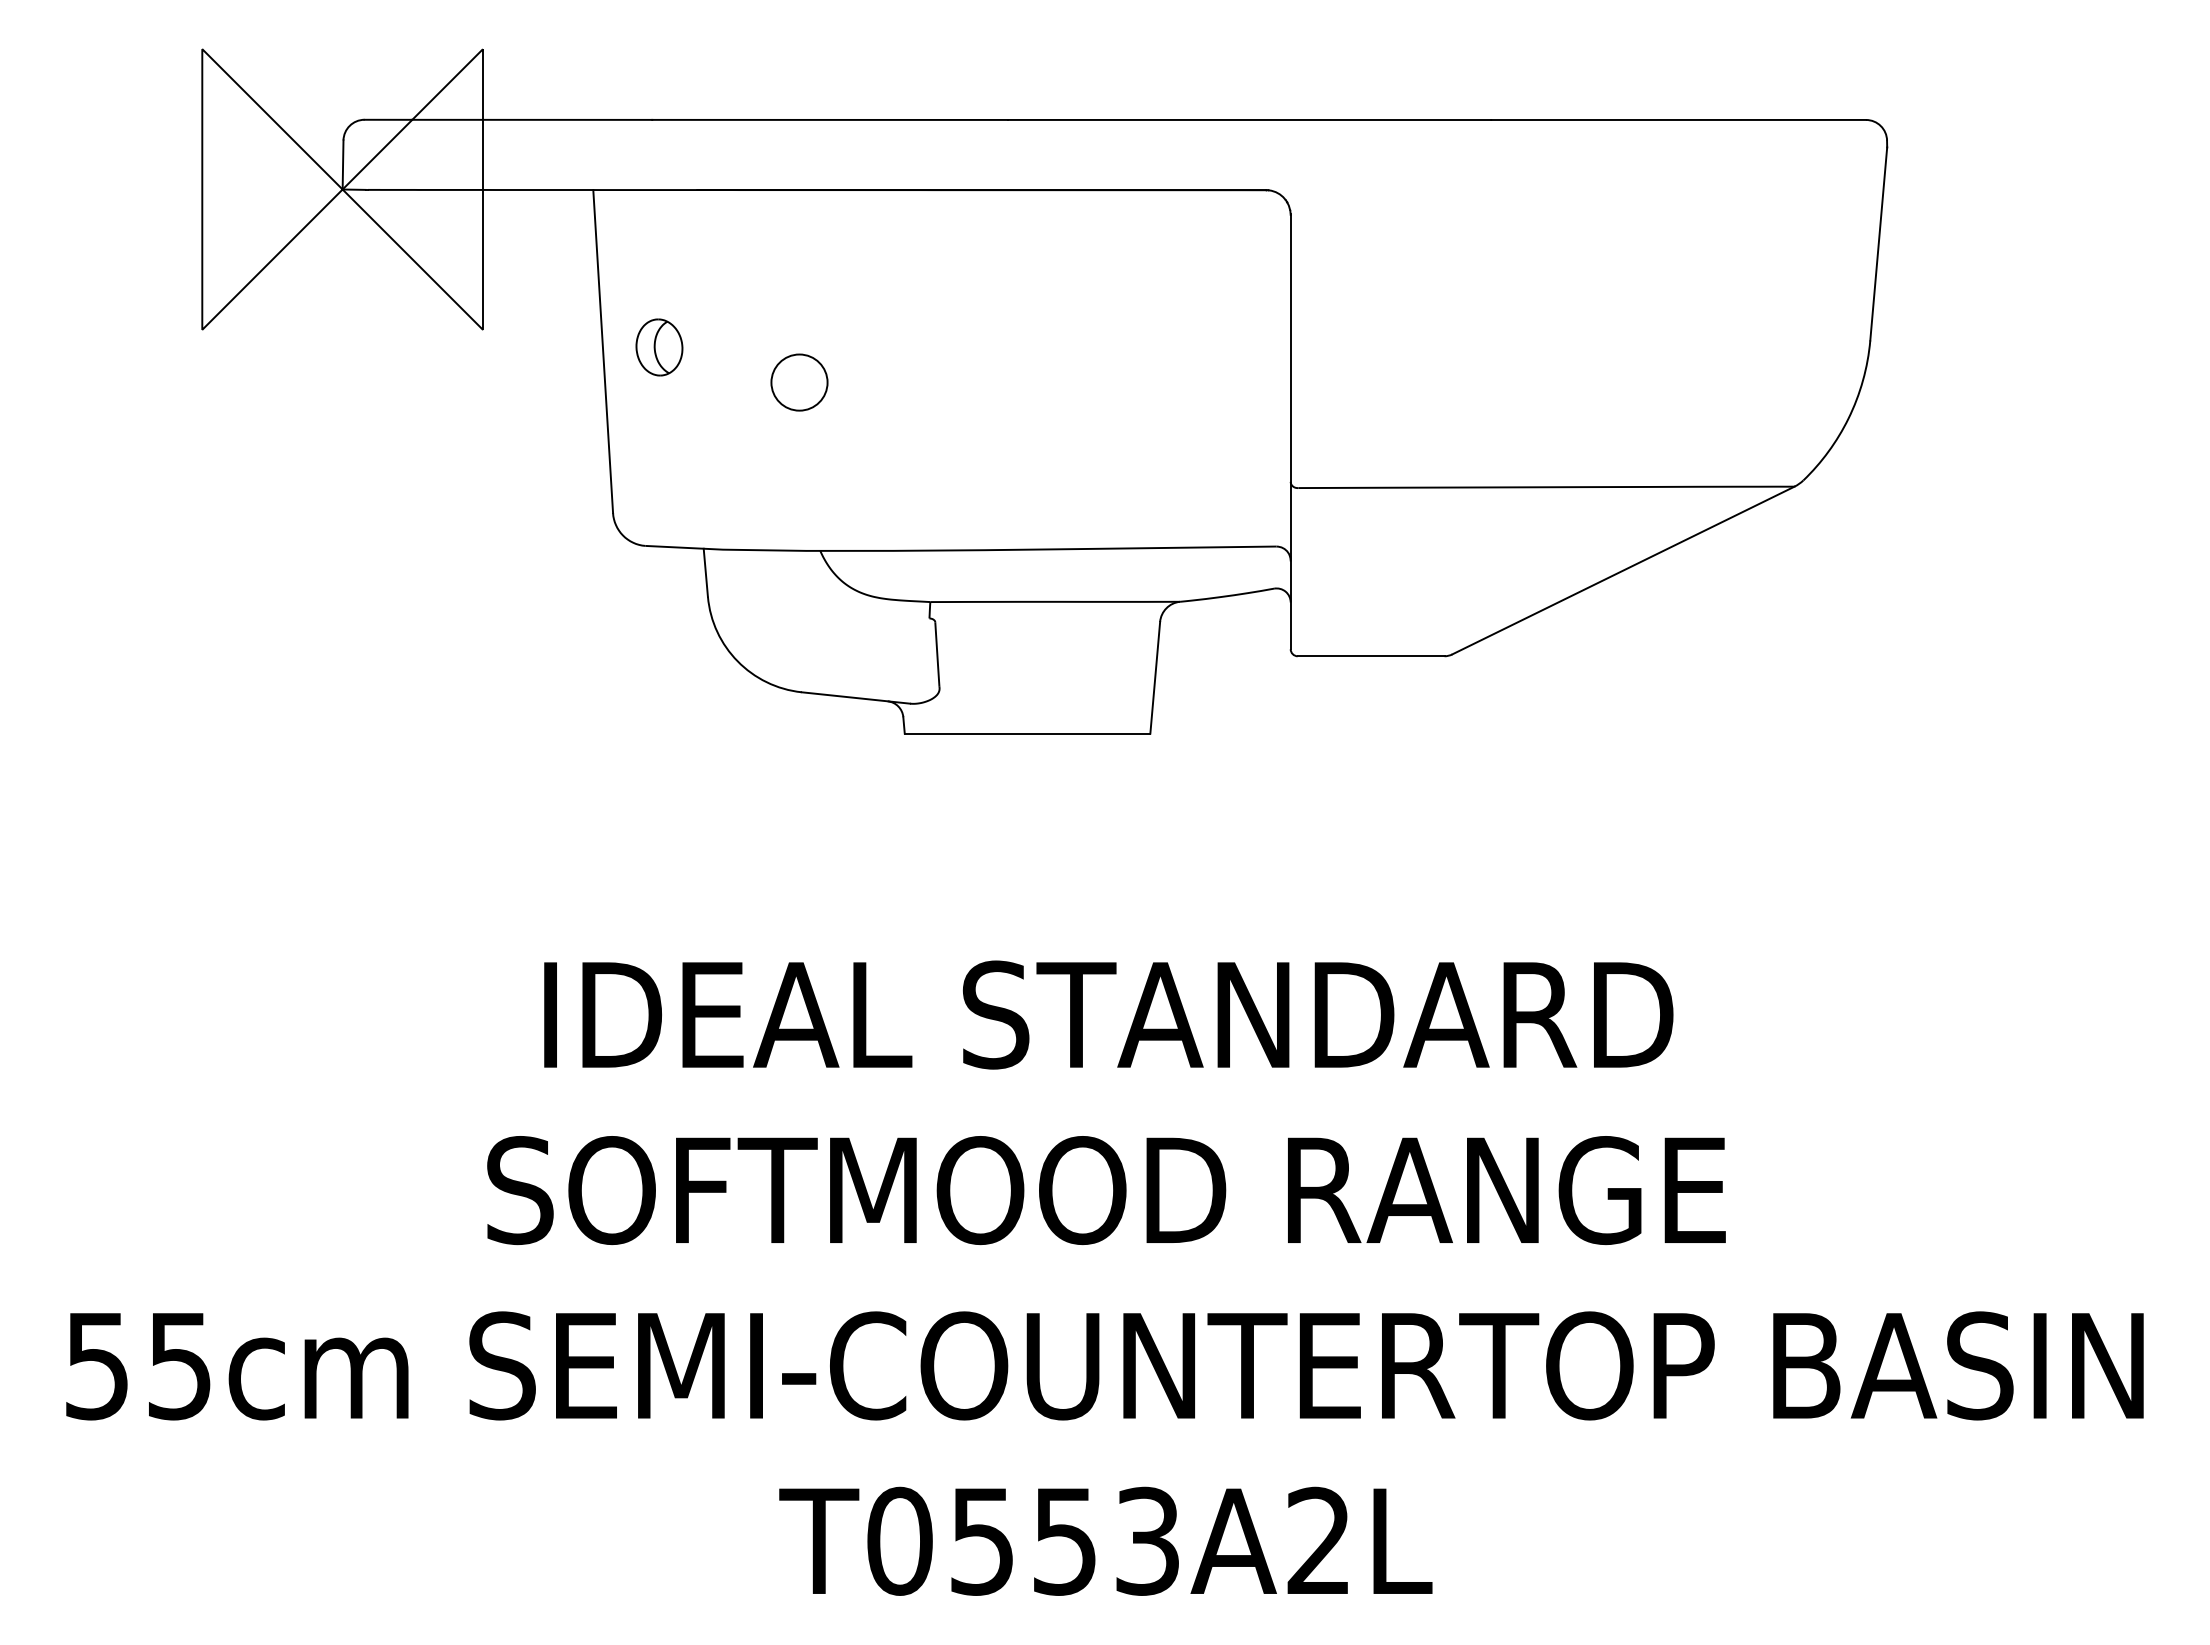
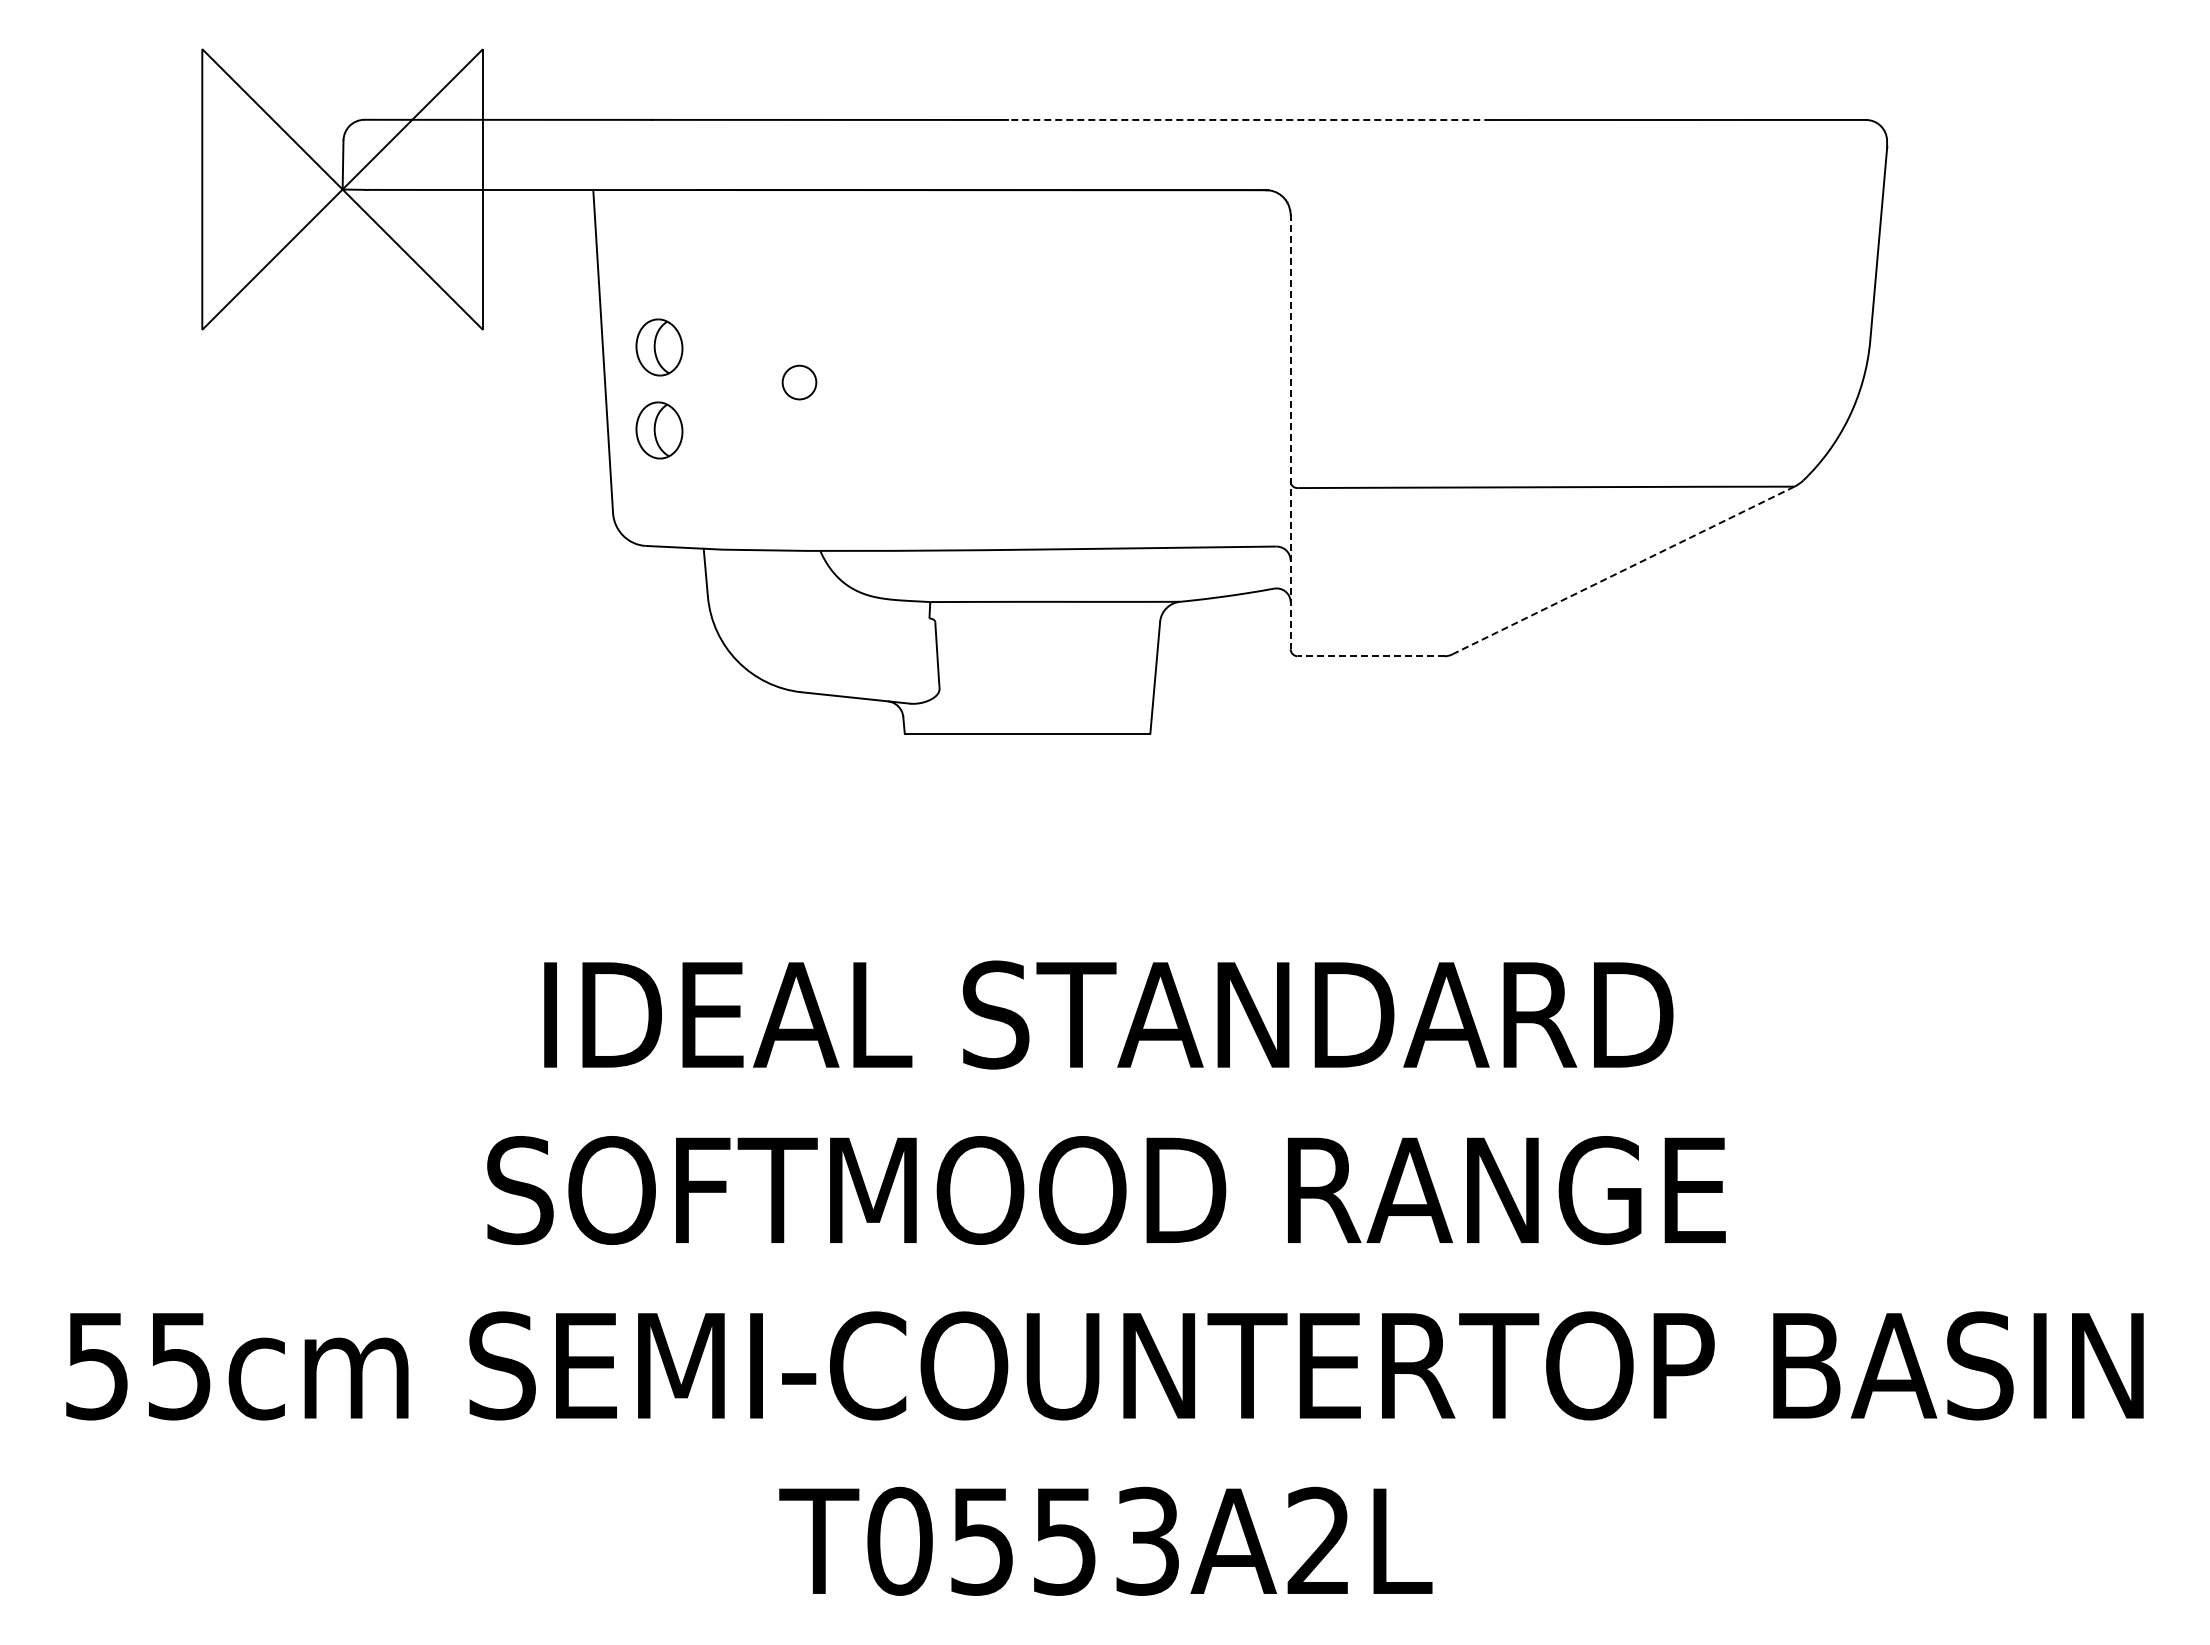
line at (1249, 119): solid -> dashed
circle at (799, 382) diameter: 56 px -> 34 px
part at (659, 430): none -> present
line at (1290, 432): solid -> dashed
line at (1623, 570): solid -> dashed
line at (1370, 656): solid -> dashed
